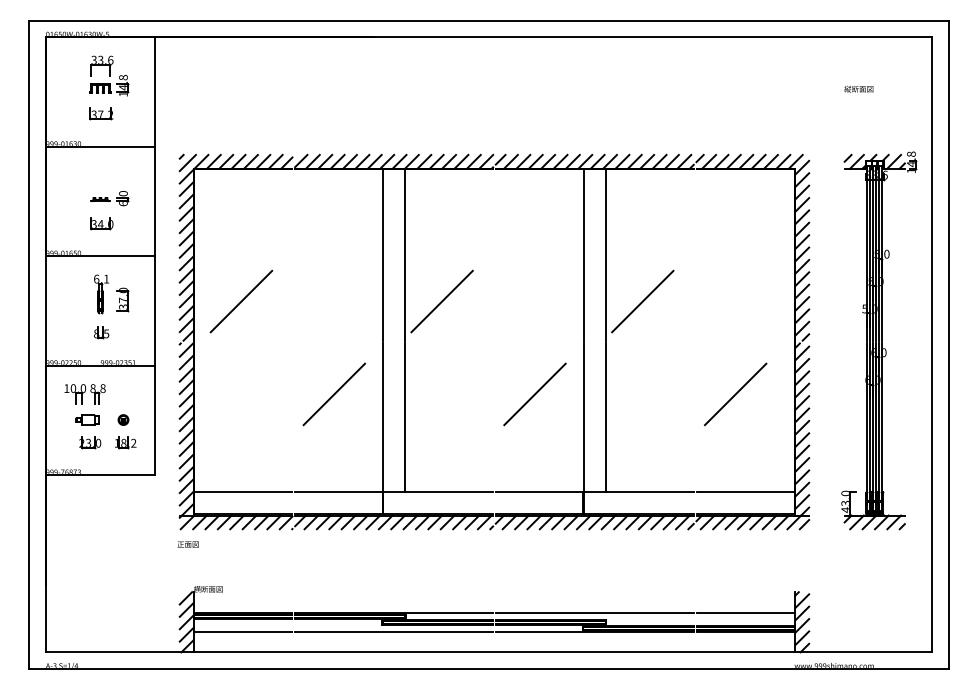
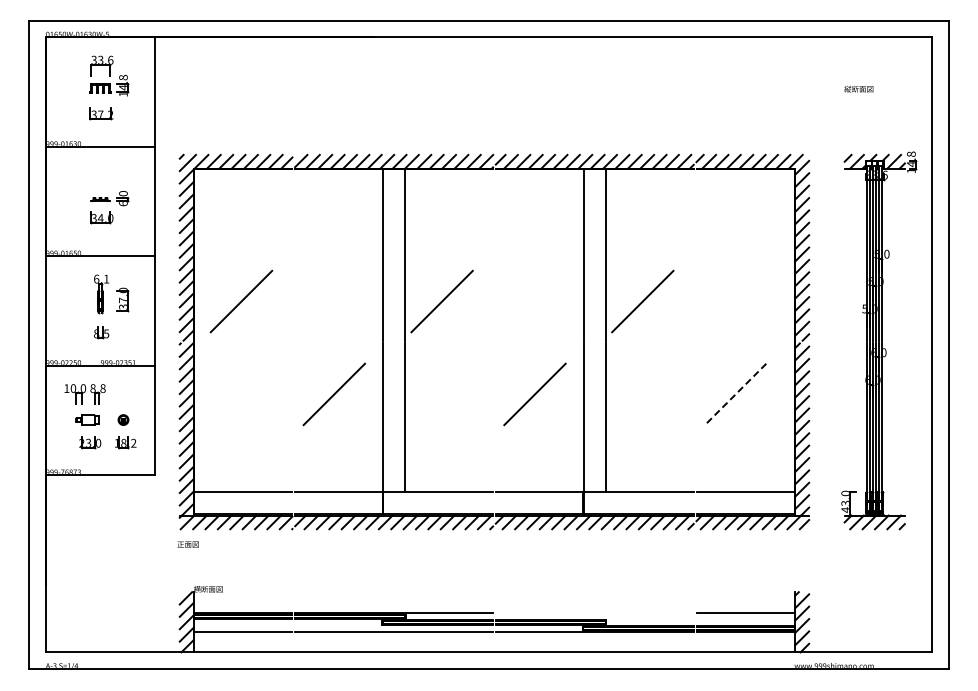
part at (101, 223) position: (101, 223) -> (101, 217)
line at (735, 394): solid -> dashed
line at (594, 612): present -> none
